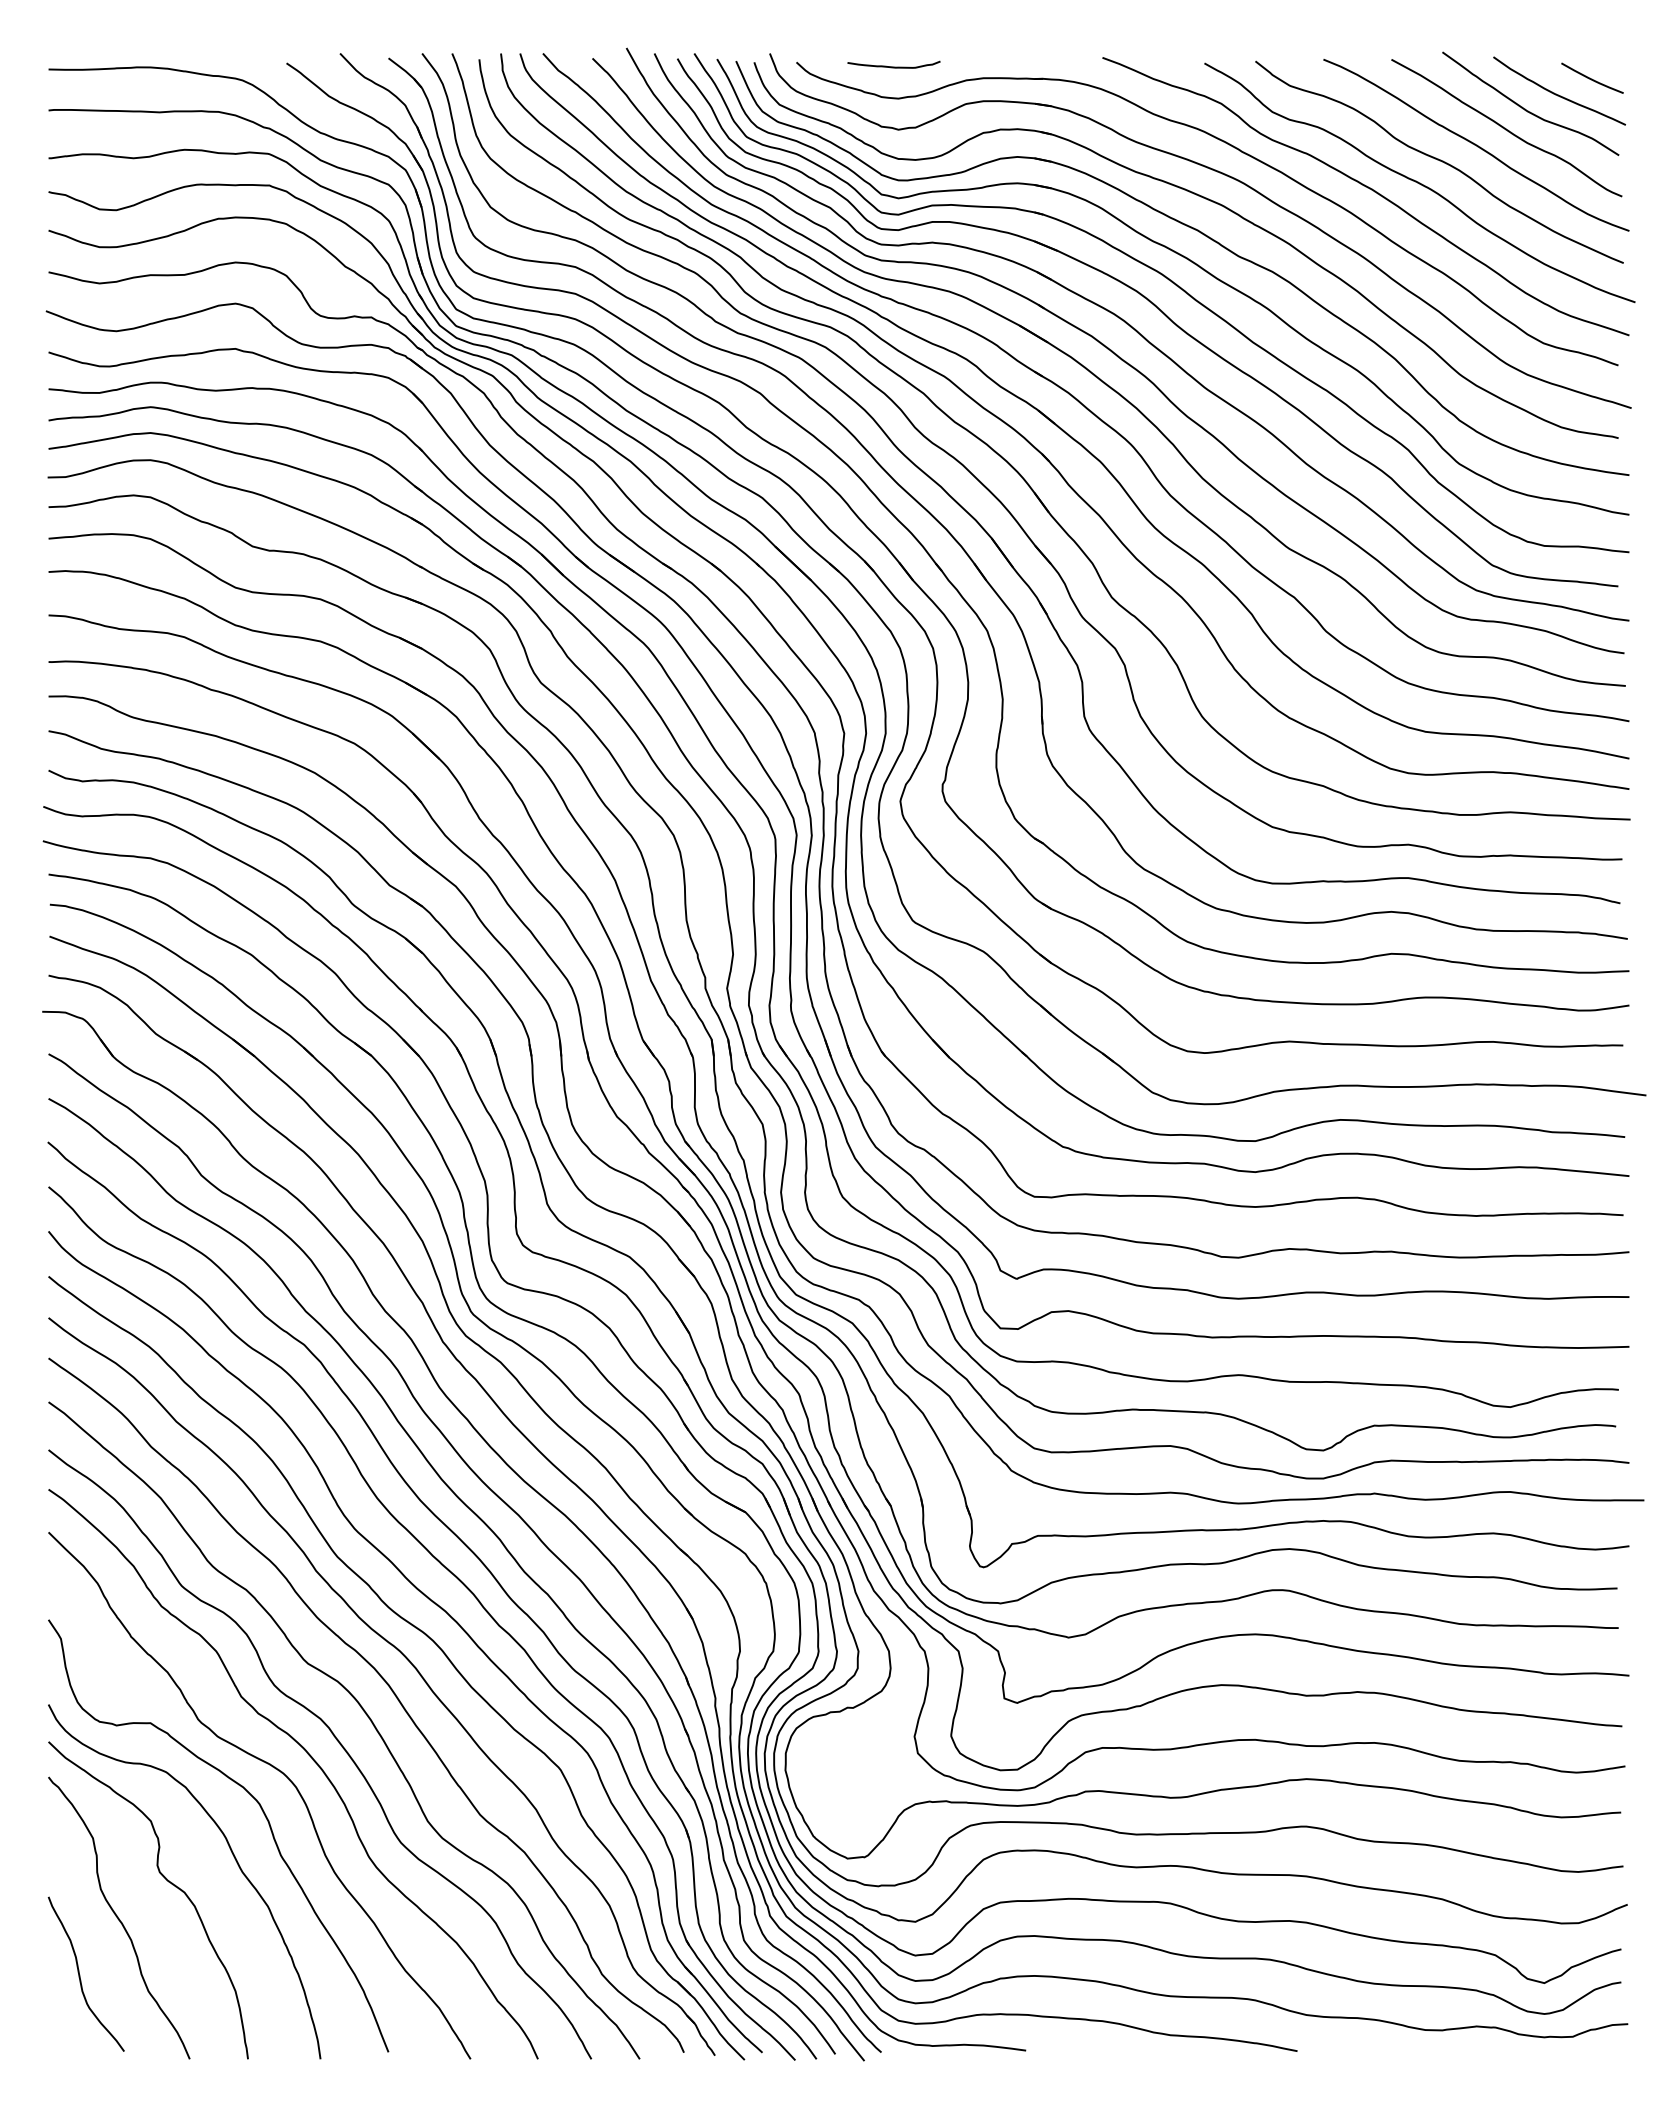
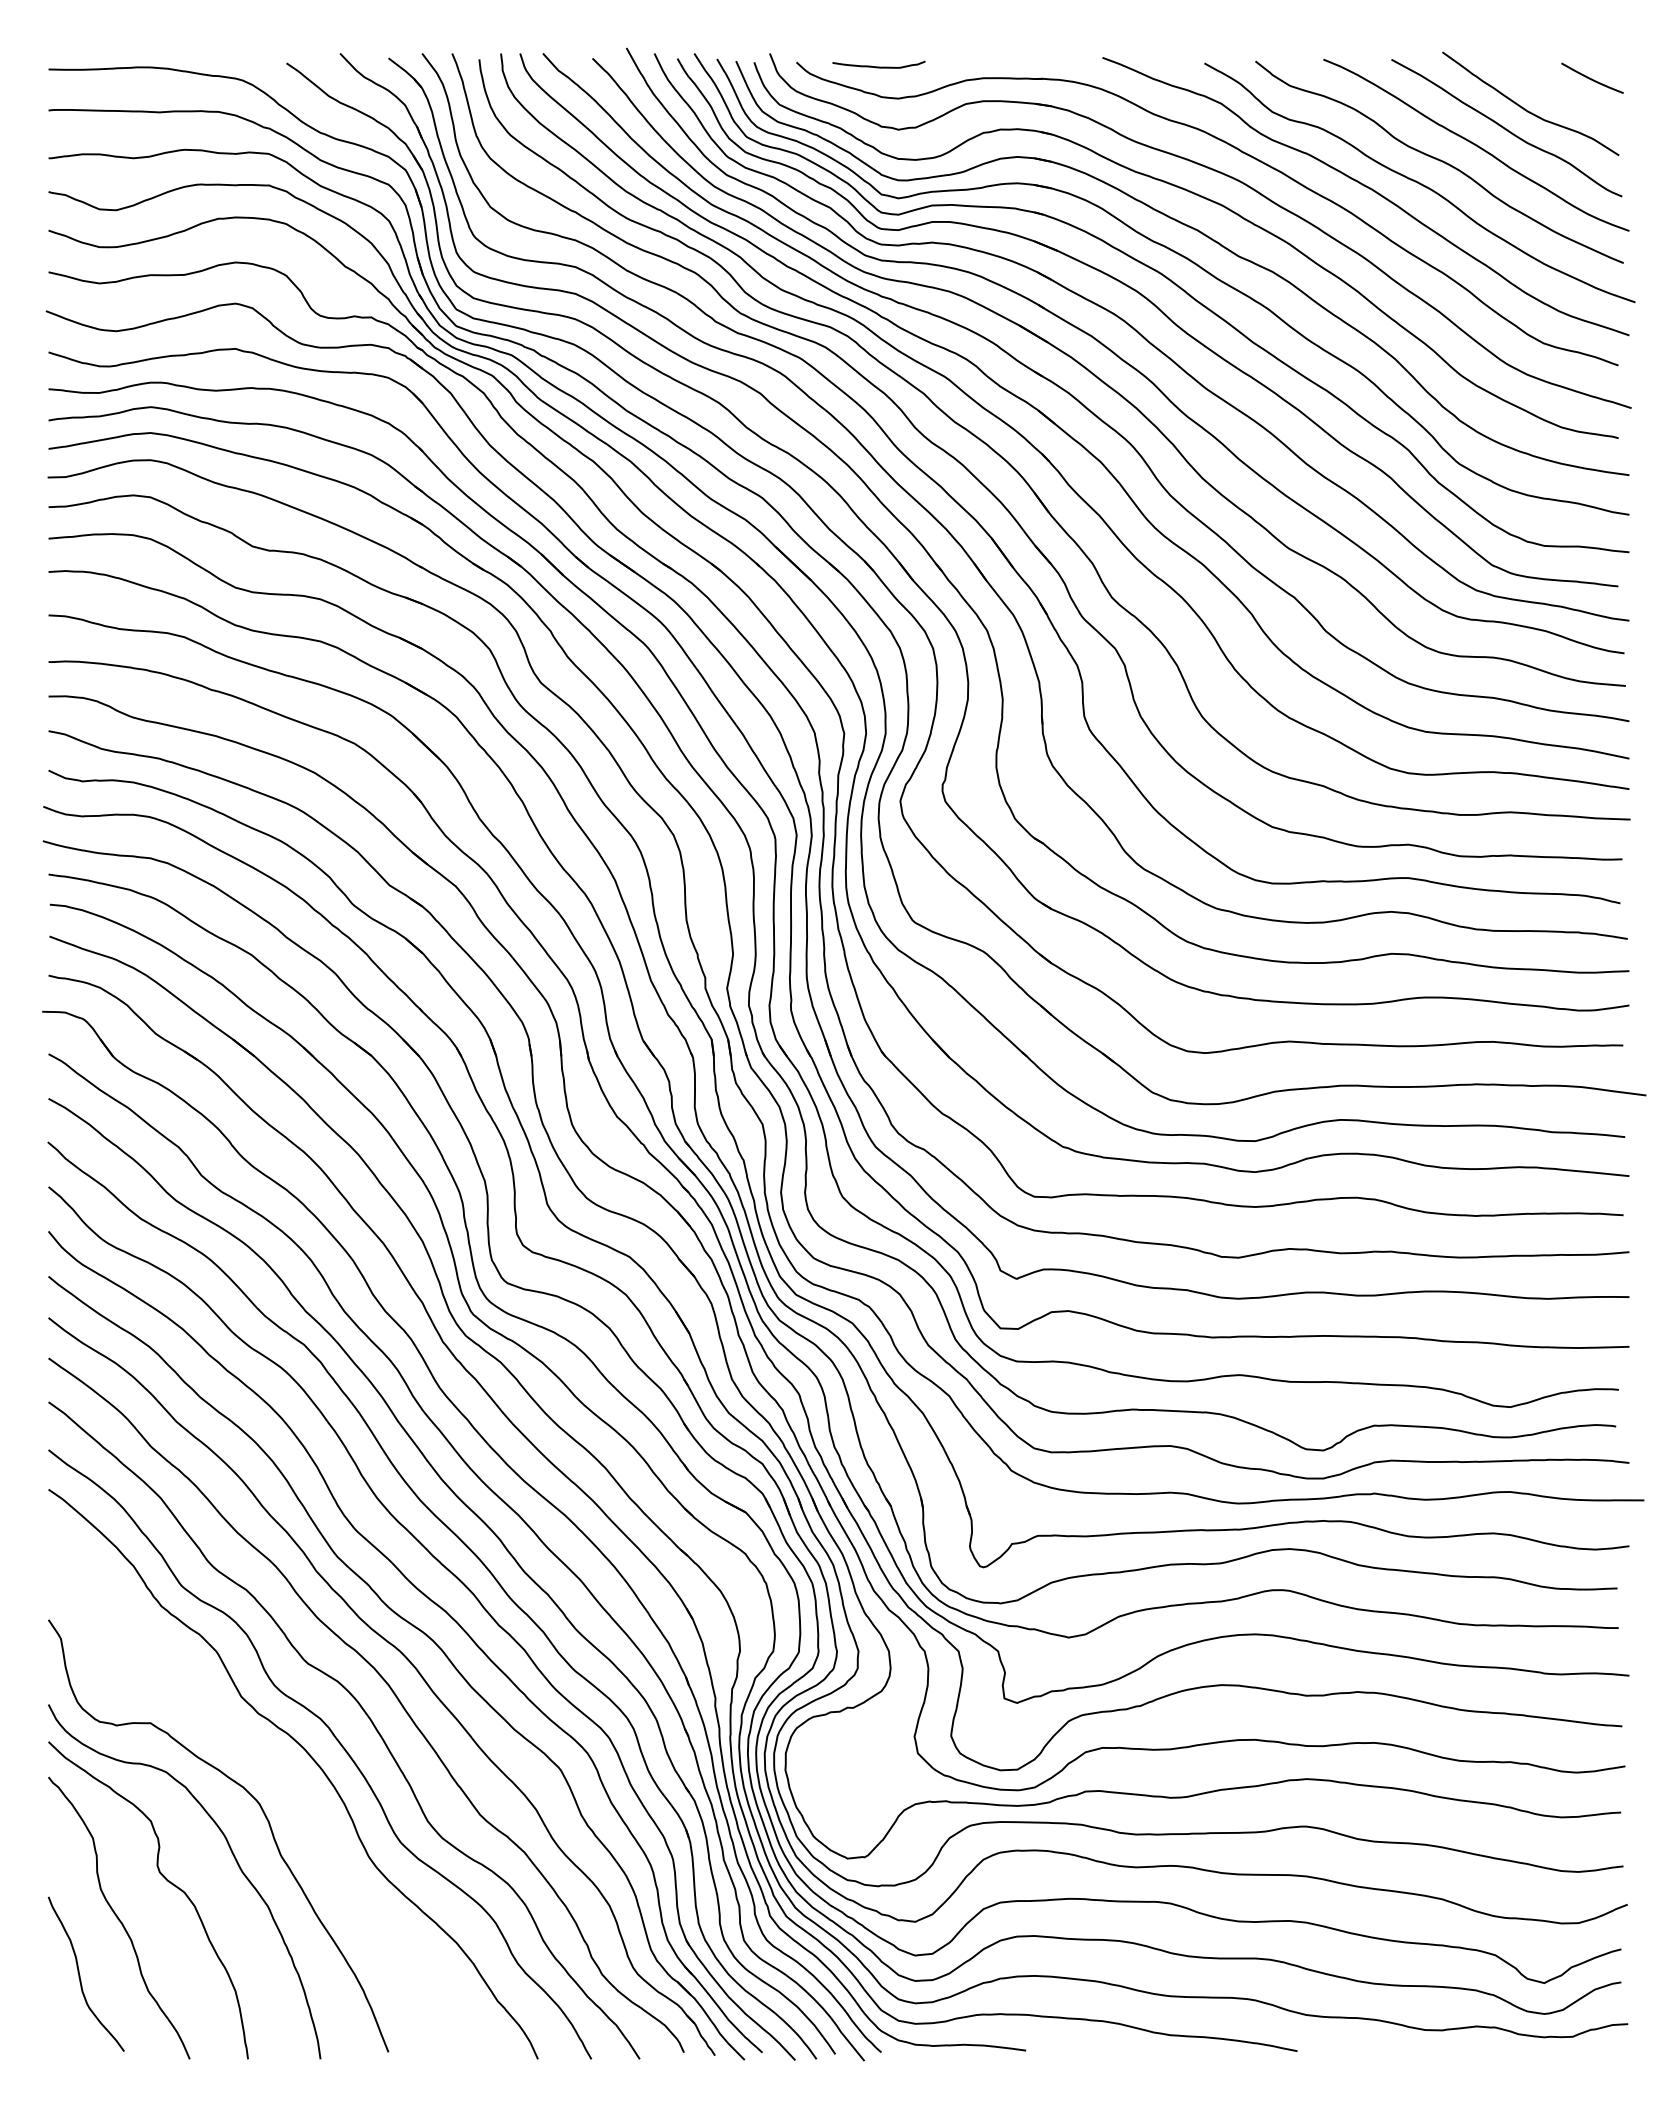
curve at (893, 66) position: (893, 66) -> (878, 66)
curve at (1558, 94): present -> none
curve at (275, 1769): present -> none
